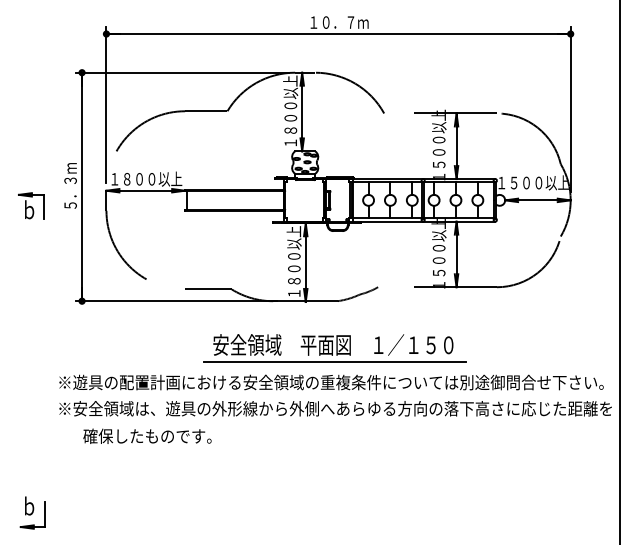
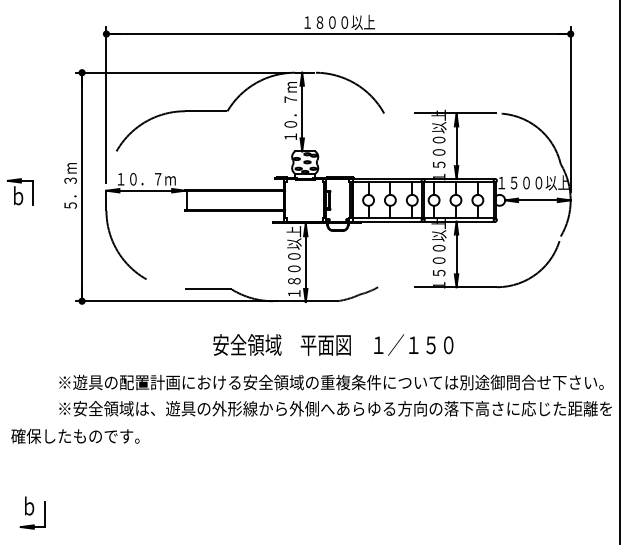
text at (339, 22): １０．７ｍ -> １８００以上
text at (290, 110): １８００以上 -> １０．７ｍ
text at (146, 178): １８００以上 -> １０．７ｍ
part at (31, 205) position: (31, 205) -> (20, 191)
line at (334, 361): present -> none
text at (147, 435) position: (147, 435) -> (75, 435)
